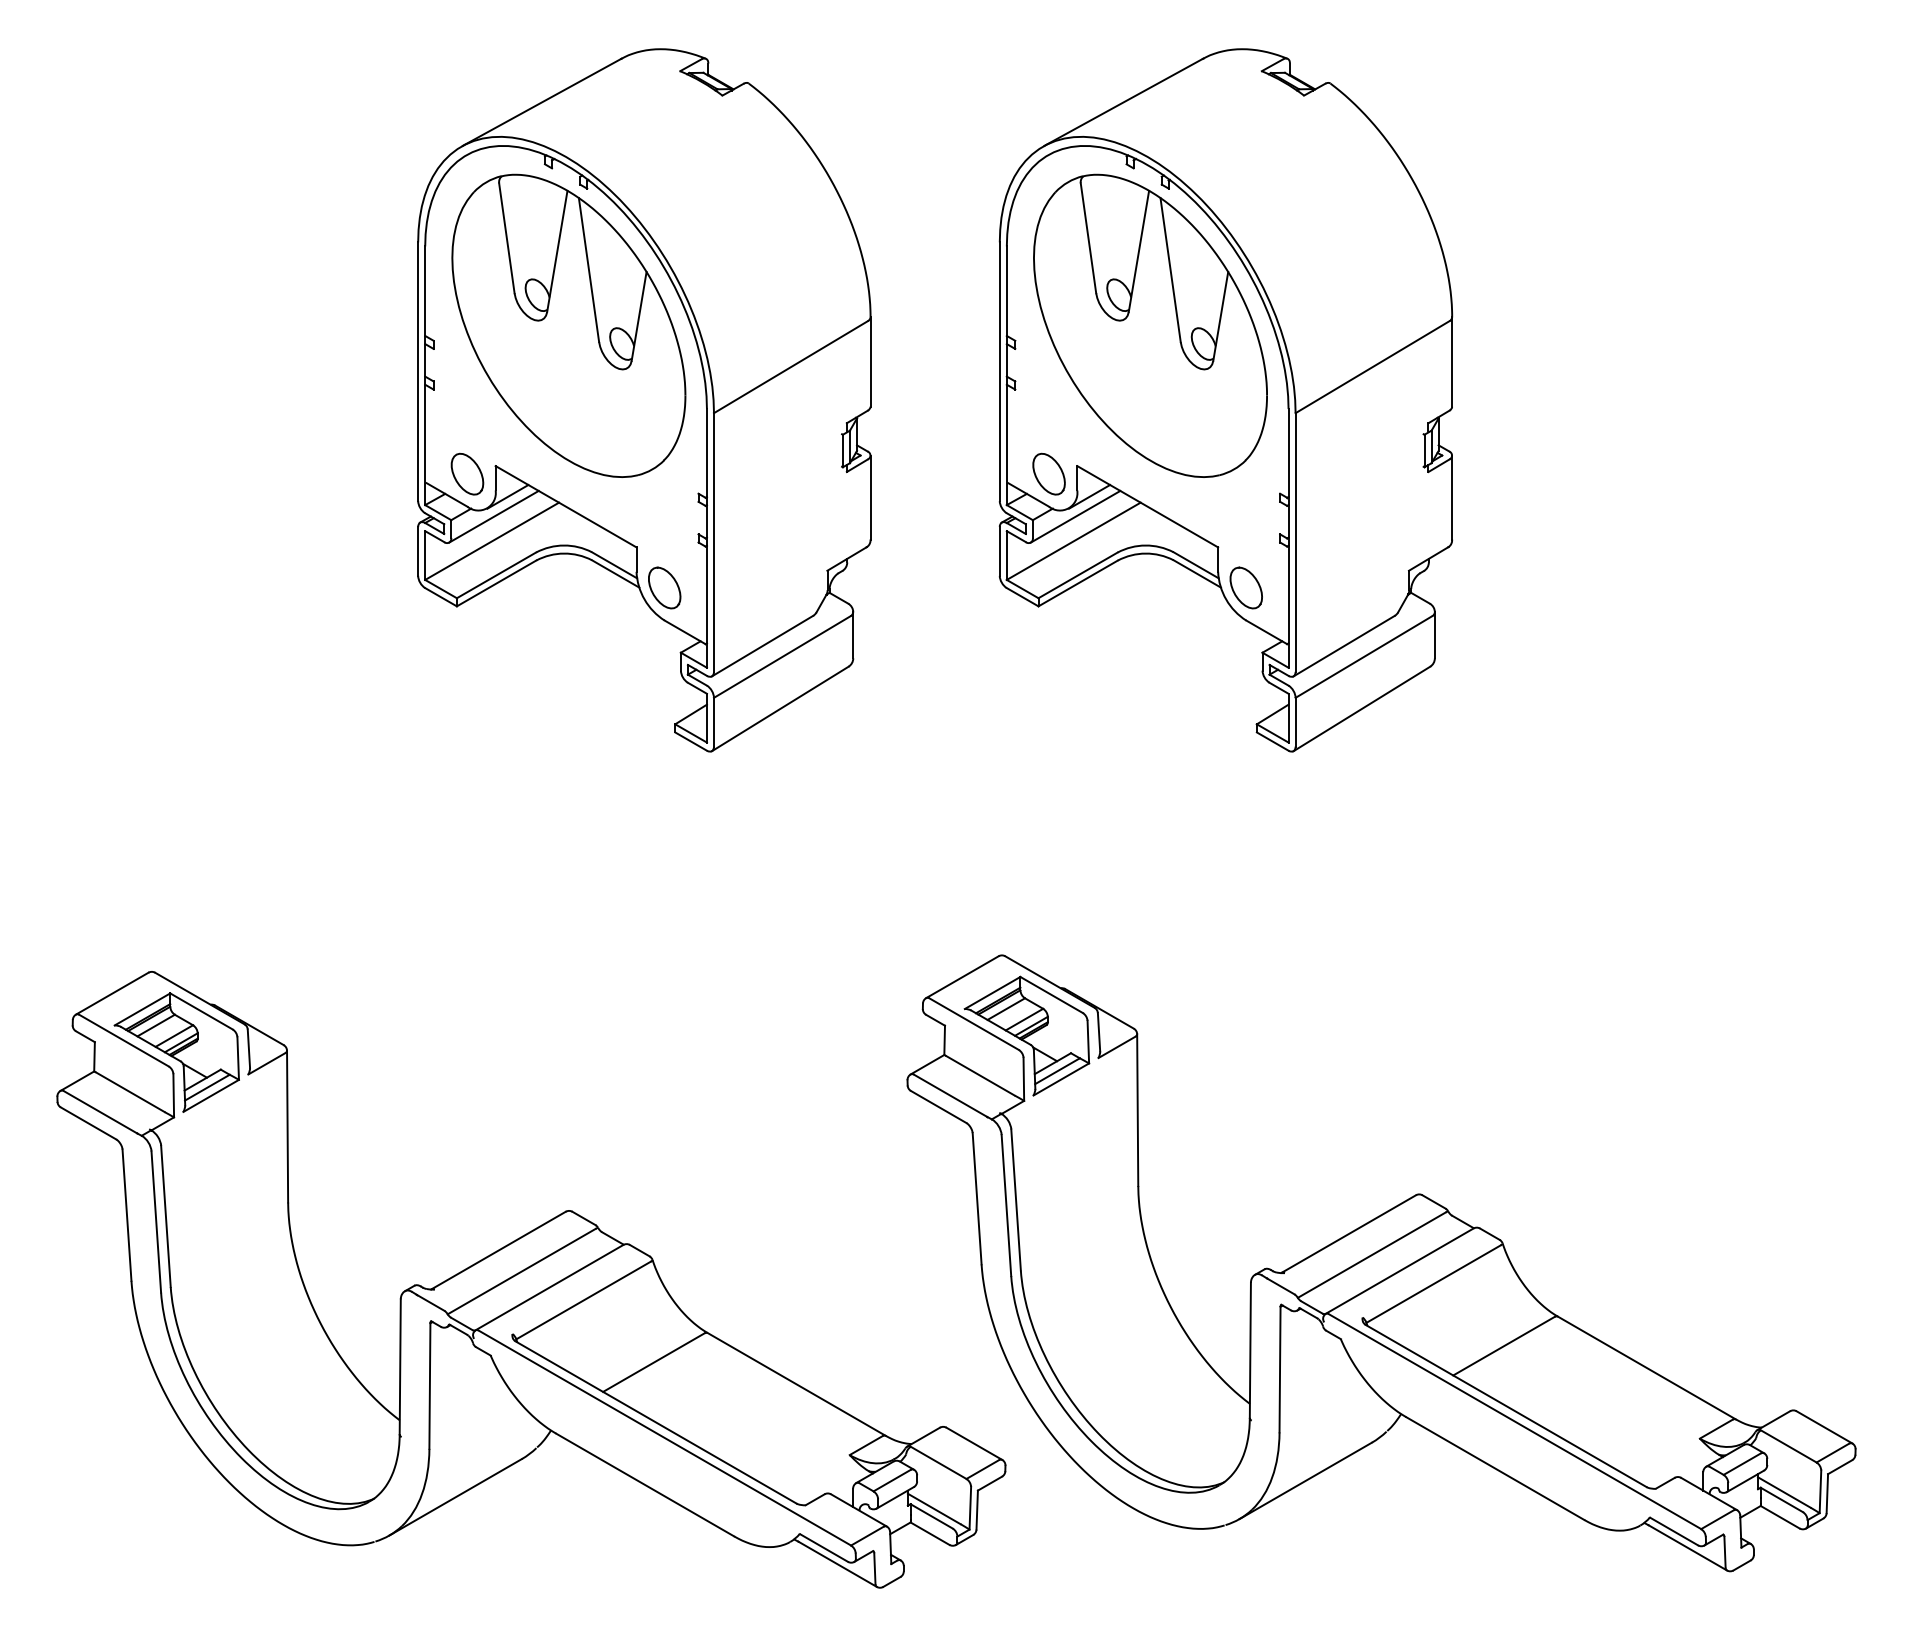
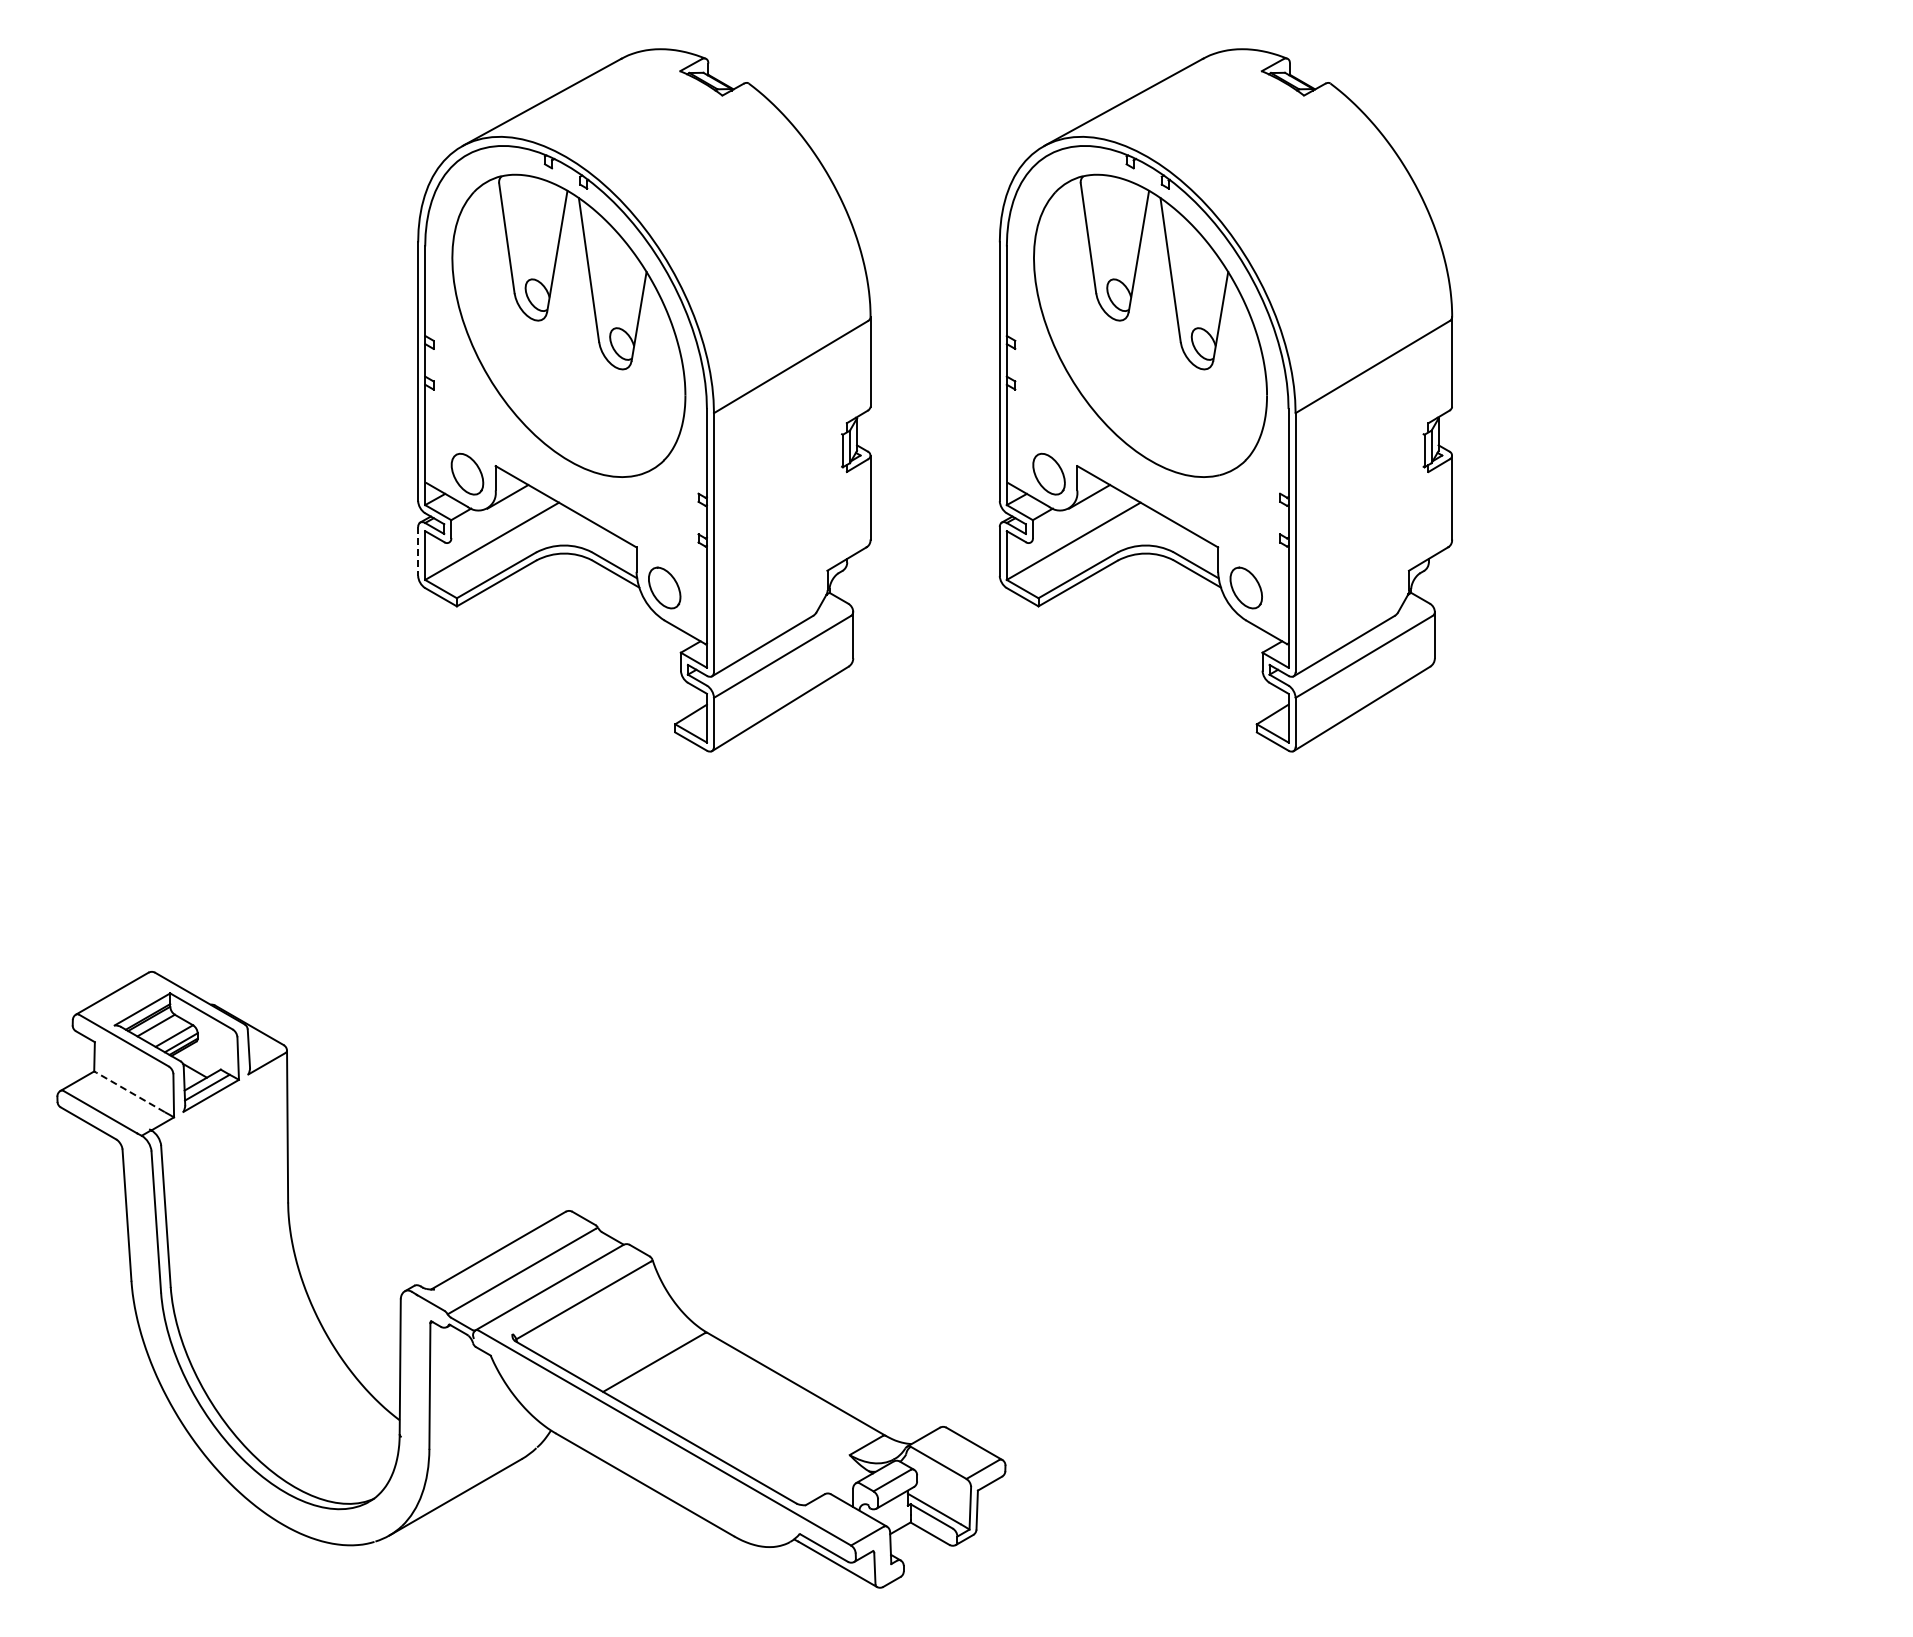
line at (493, 516): present -> none
line at (1075, 516): present -> none
line at (418, 551): solid -> dashed
line at (130, 1092): solid -> dashed
part at (1381, 1263): present -> none
